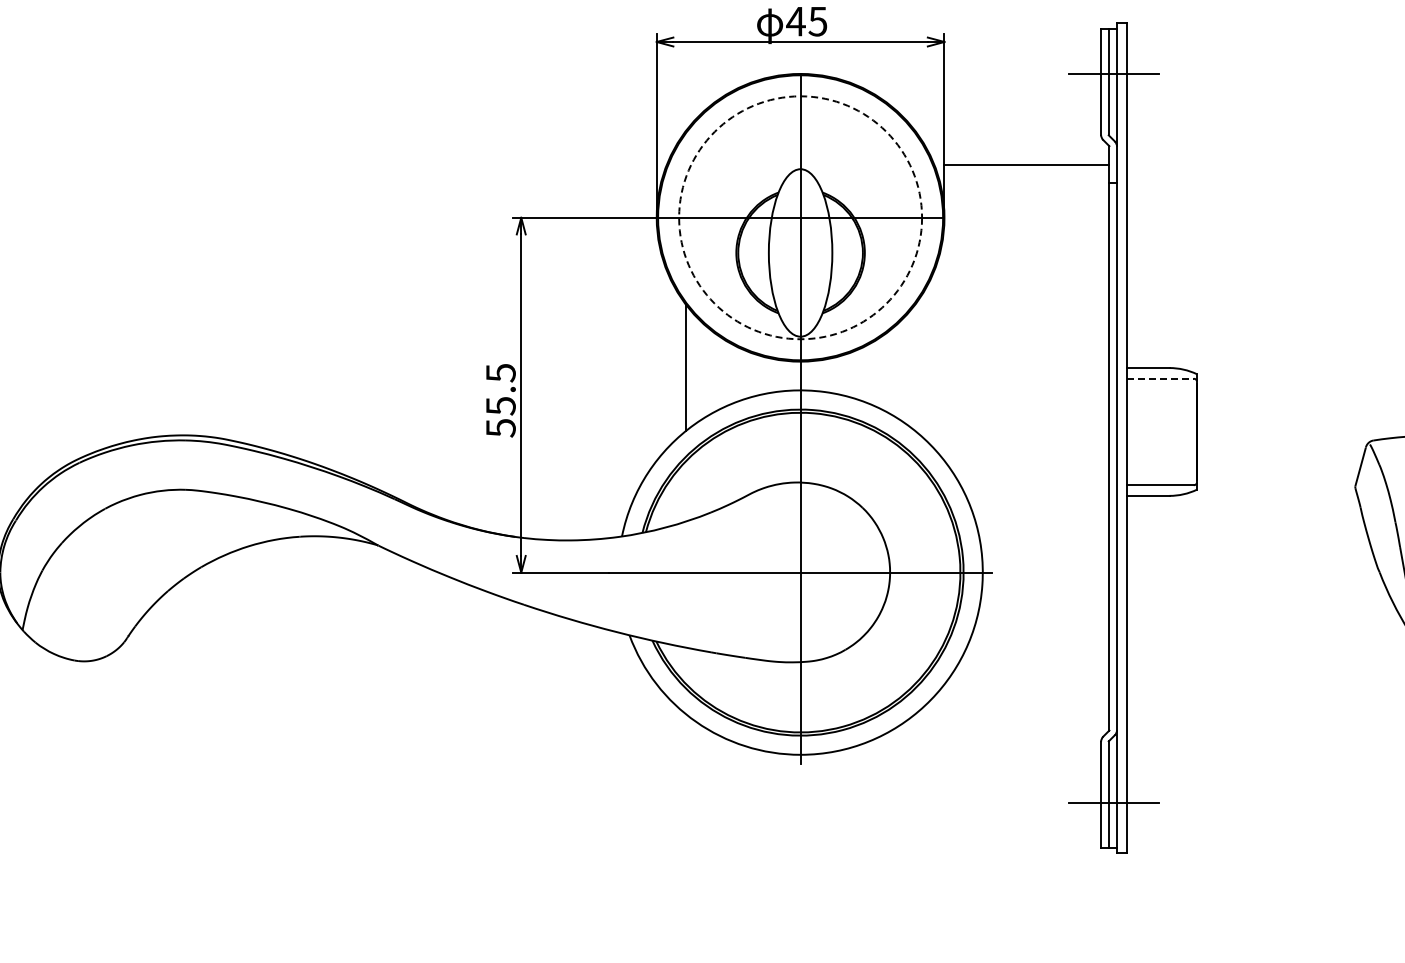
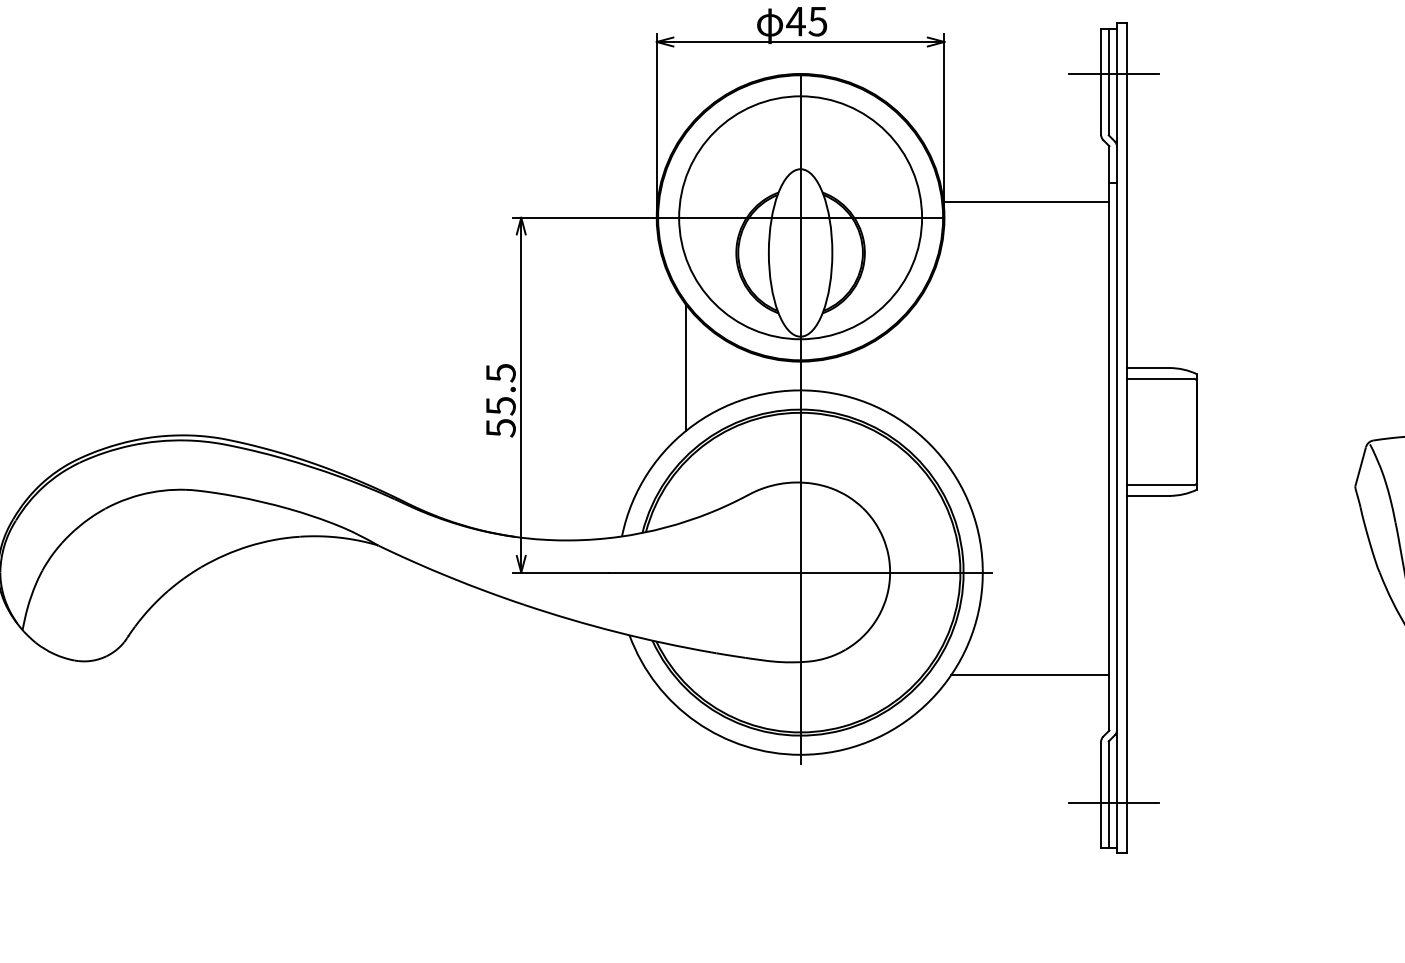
line at (1026, 164) position: (1026, 164) -> (1026, 201)
circle at (800, 217): dashed -> solid
line at (1160, 378): dashed -> solid
line at (1030, 674): none -> present
